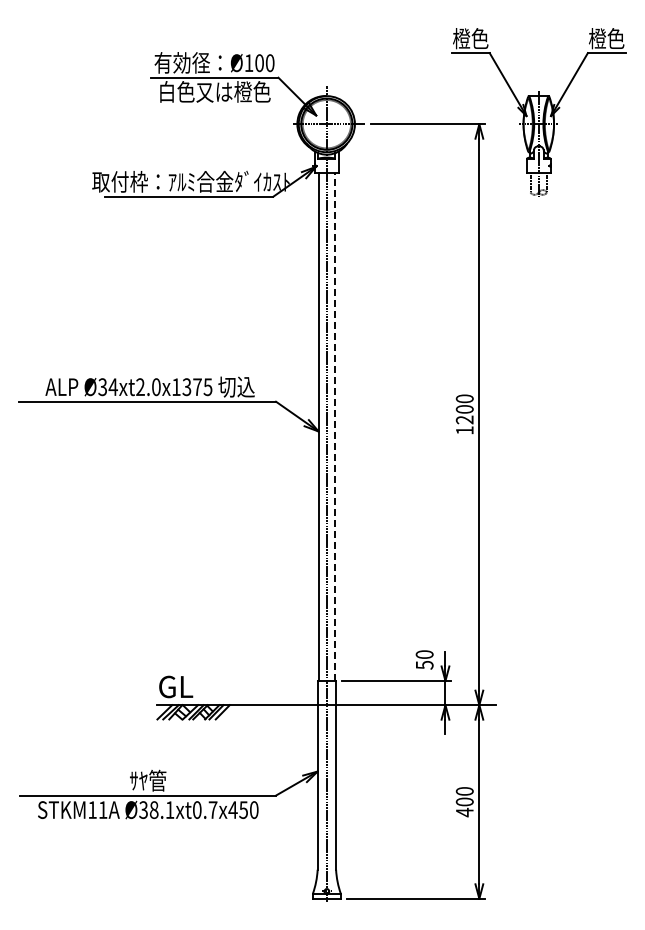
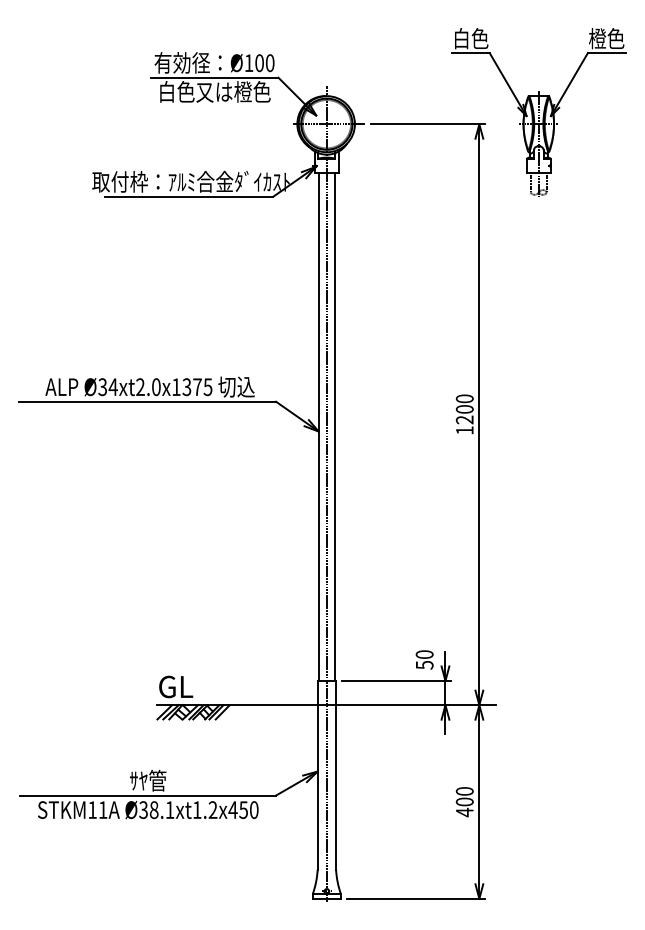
text at (461, 38): 橙色 -> 白色
line at (335, 427): dashed -> solid
text at (205, 809): Ø38.1xt0.7x450 -> Ø38.1xt1.2x450
